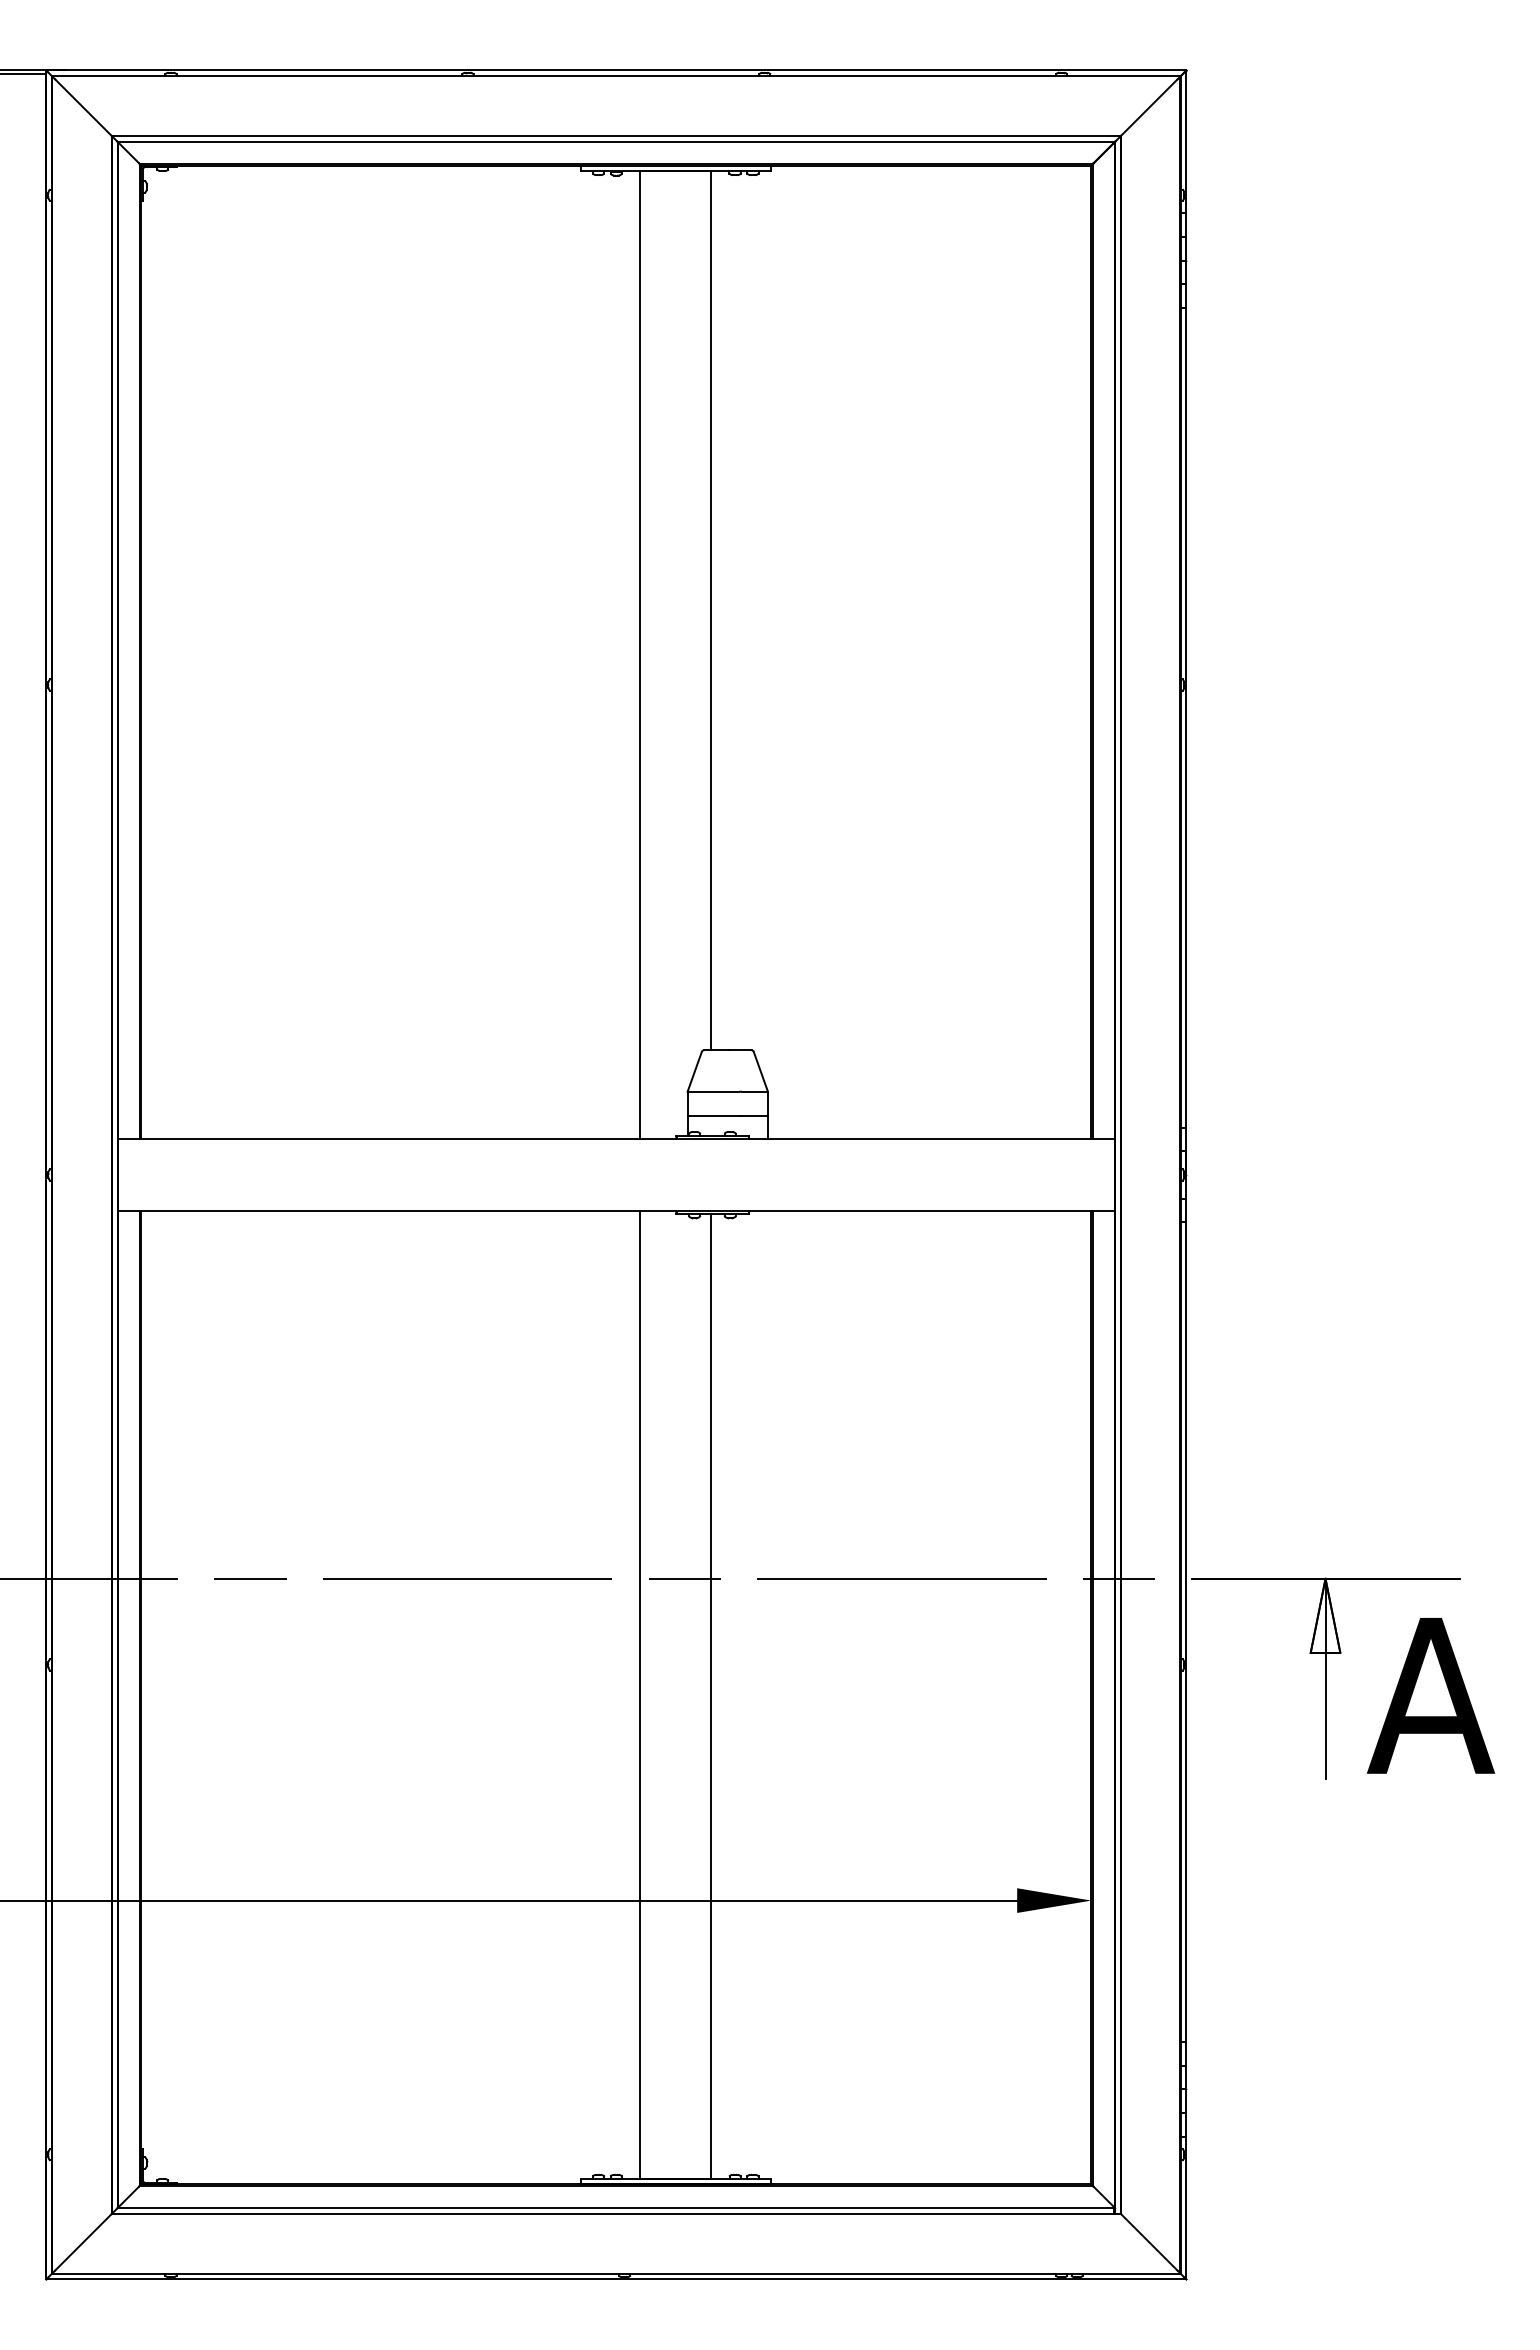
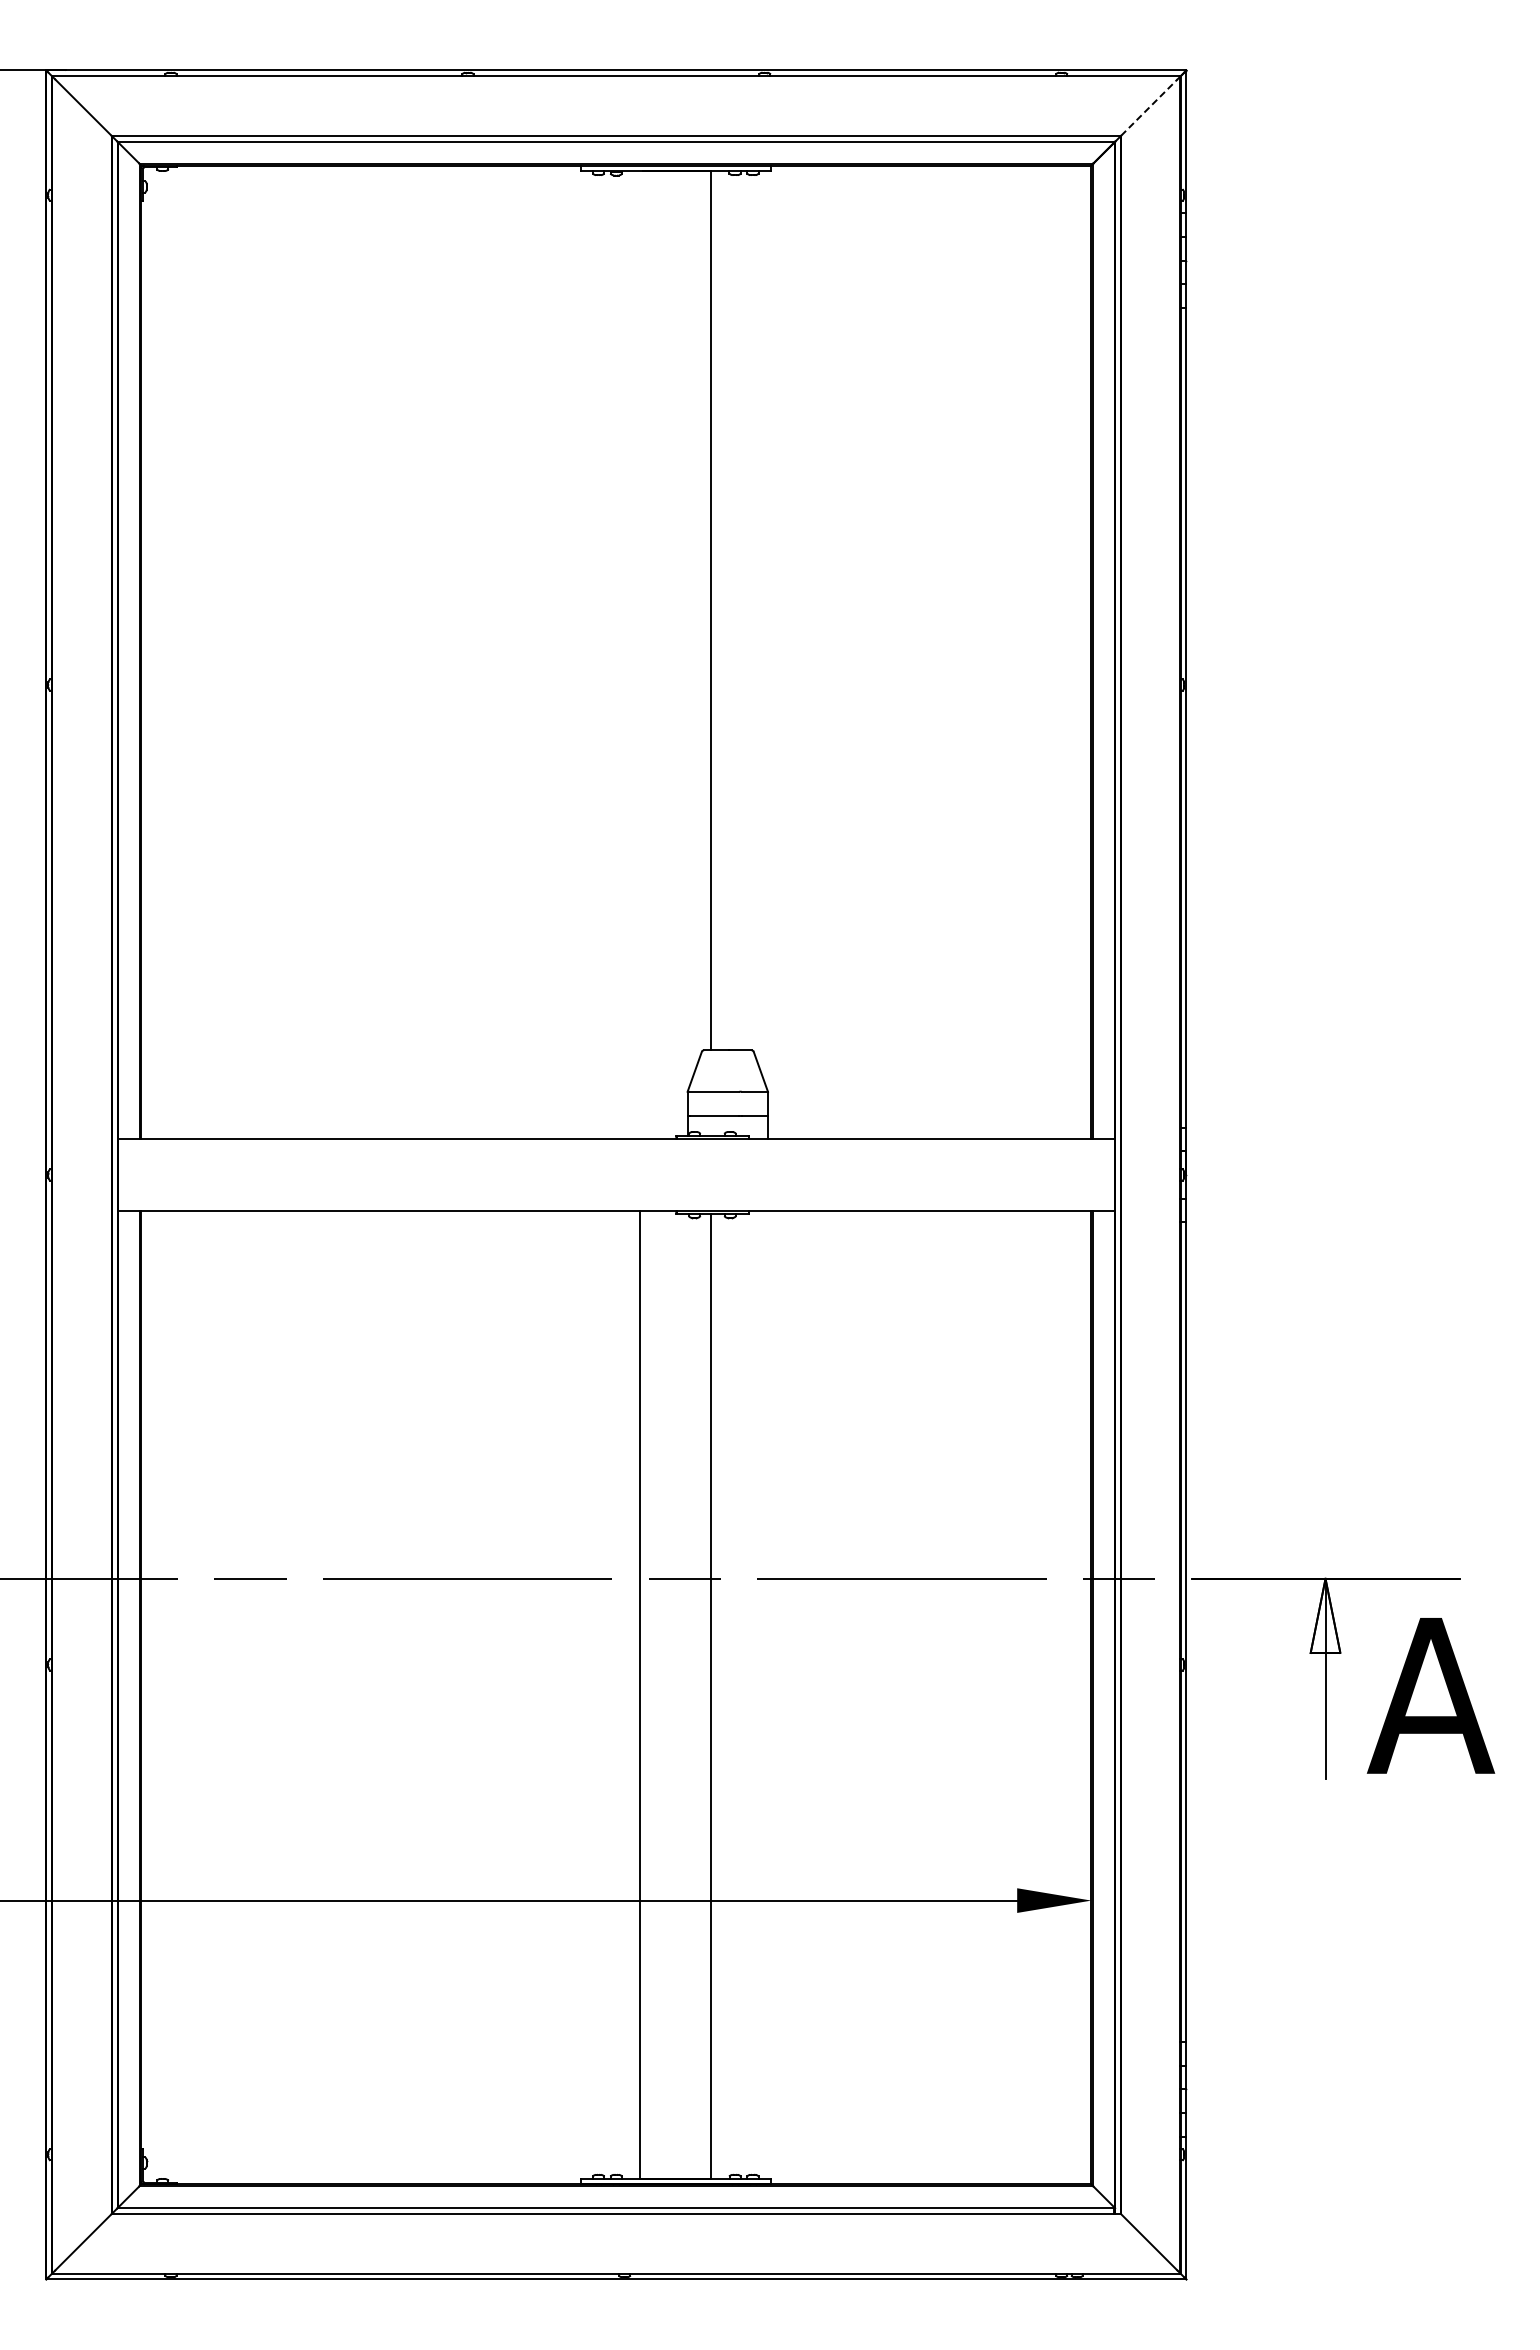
line at (24, 74): present -> none
line at (1149, 107): solid -> dashed
line at (640, 655): present -> none
